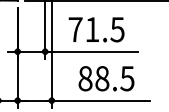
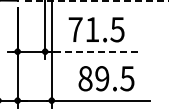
line at (97, 0): solid -> dashed
line at (91, 51): solid -> dashed
text at (102, 78): 88.5 -> 89.5
